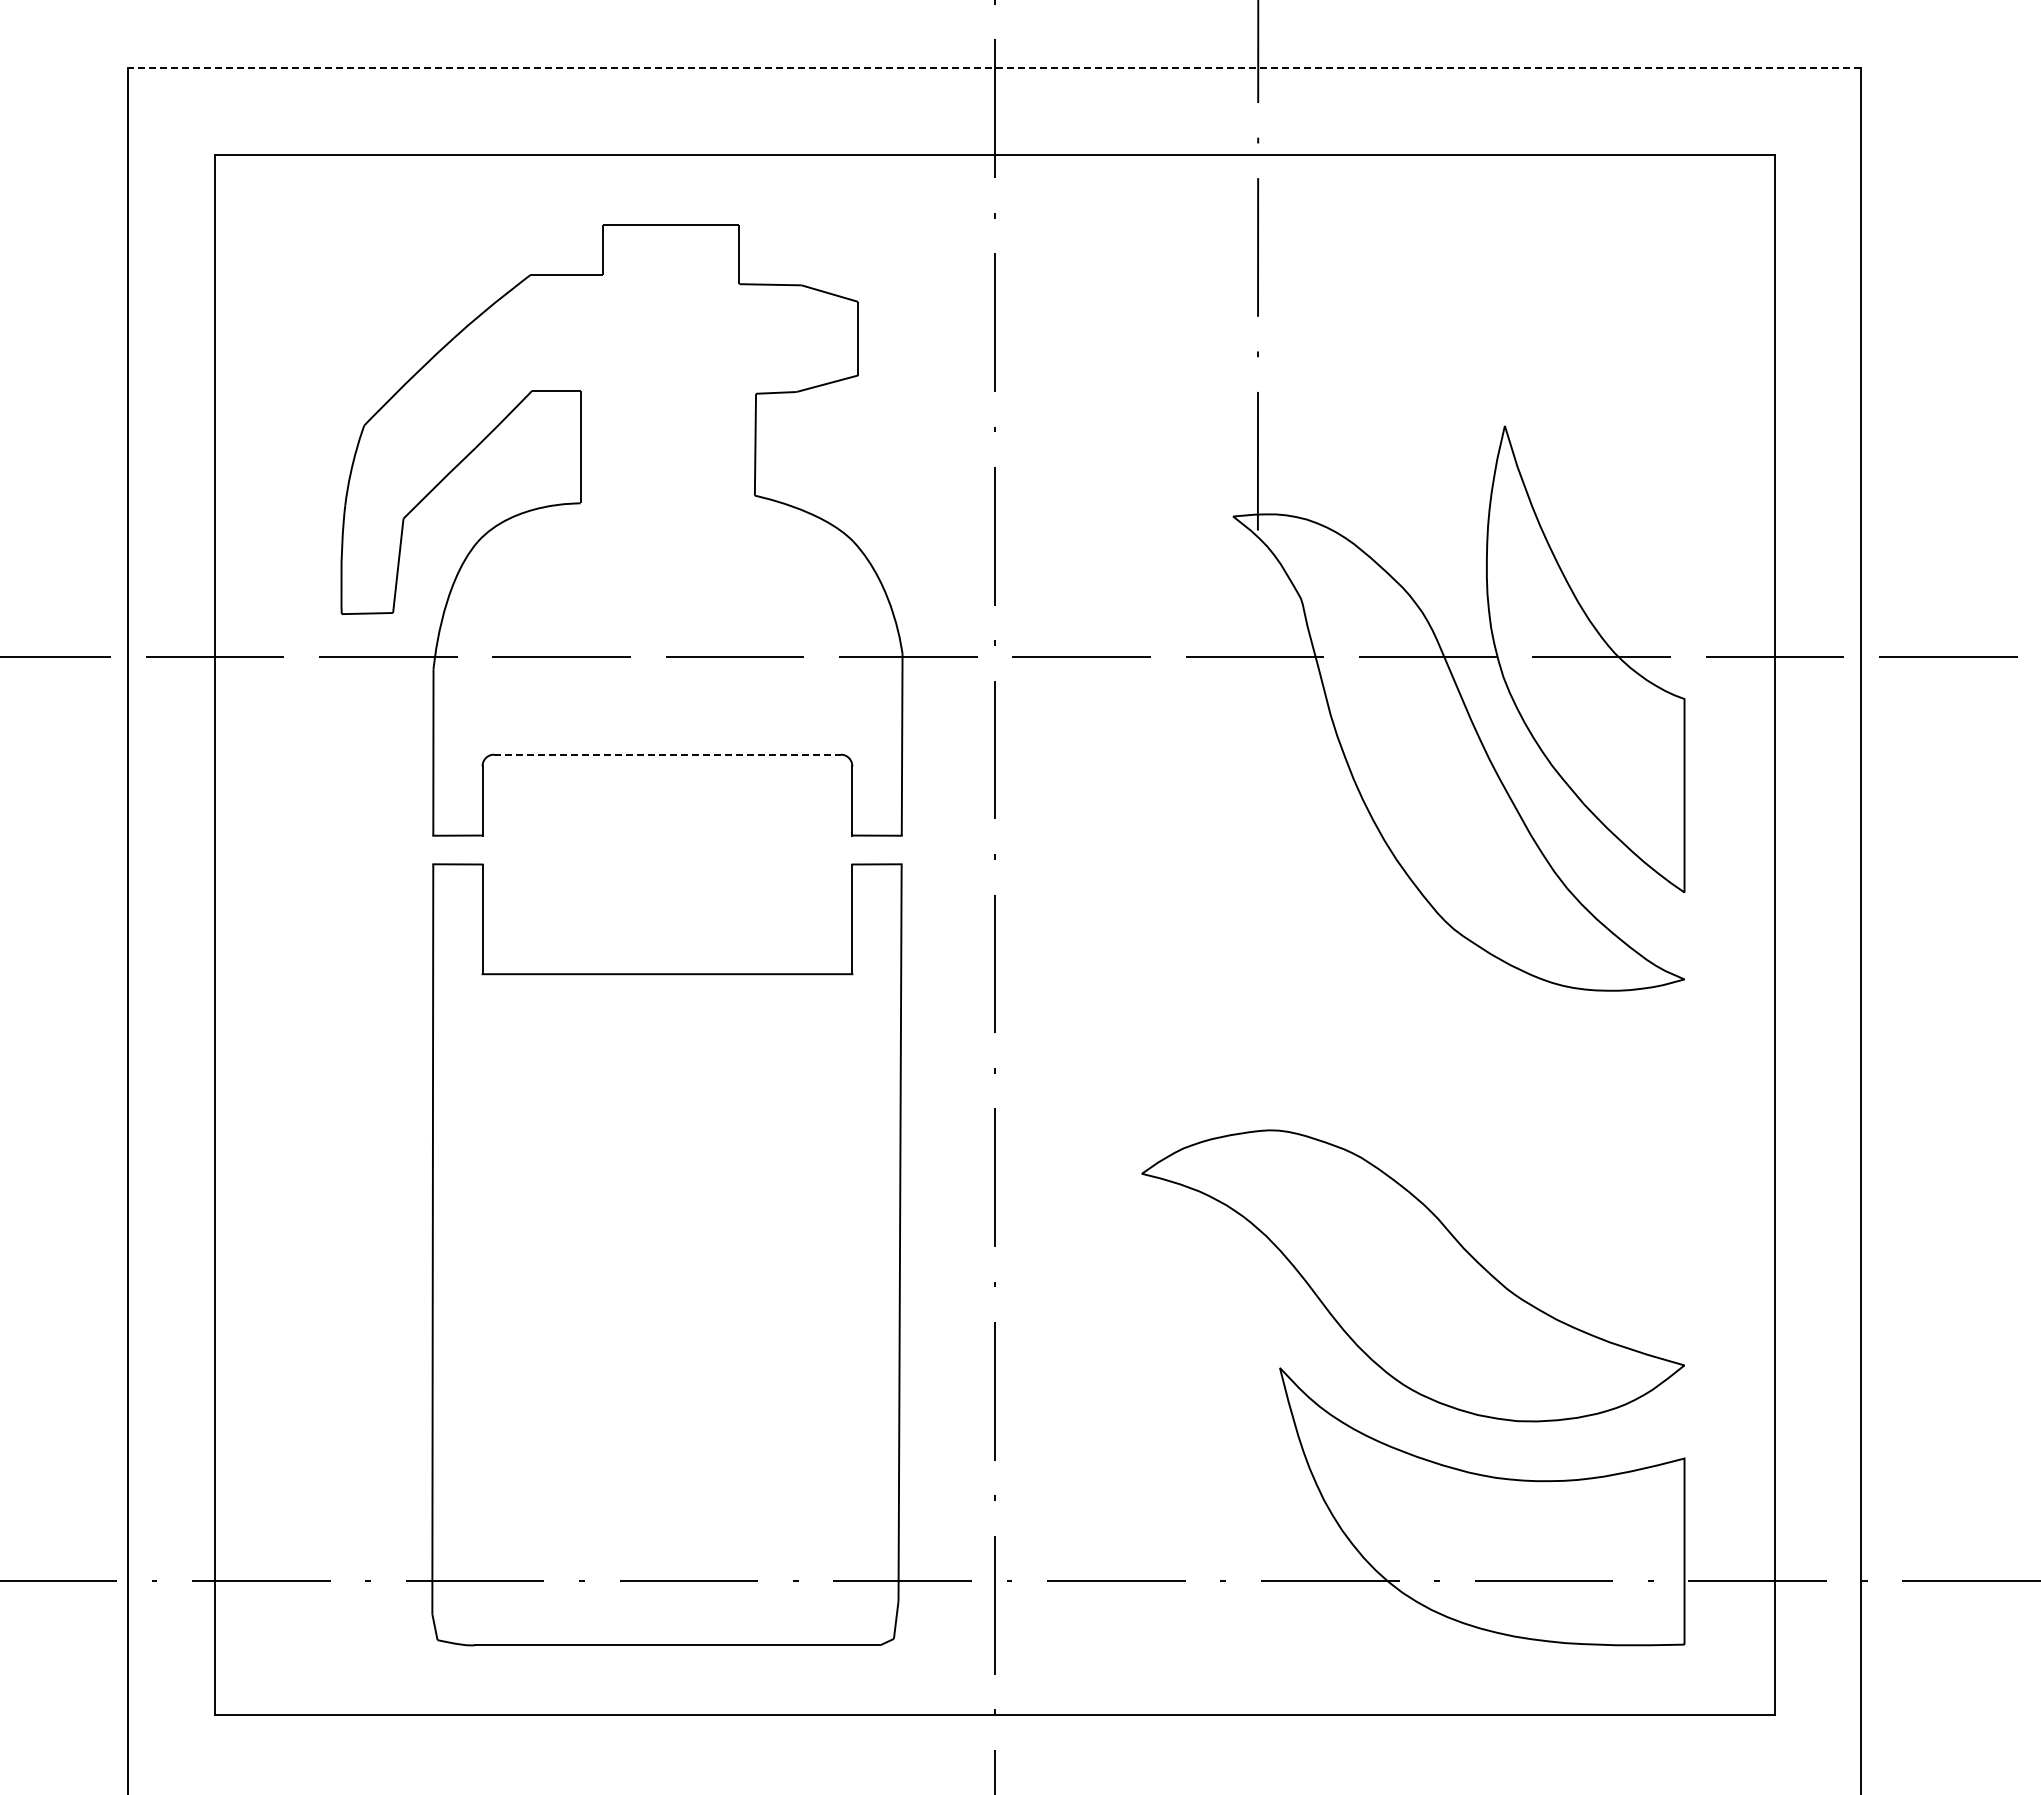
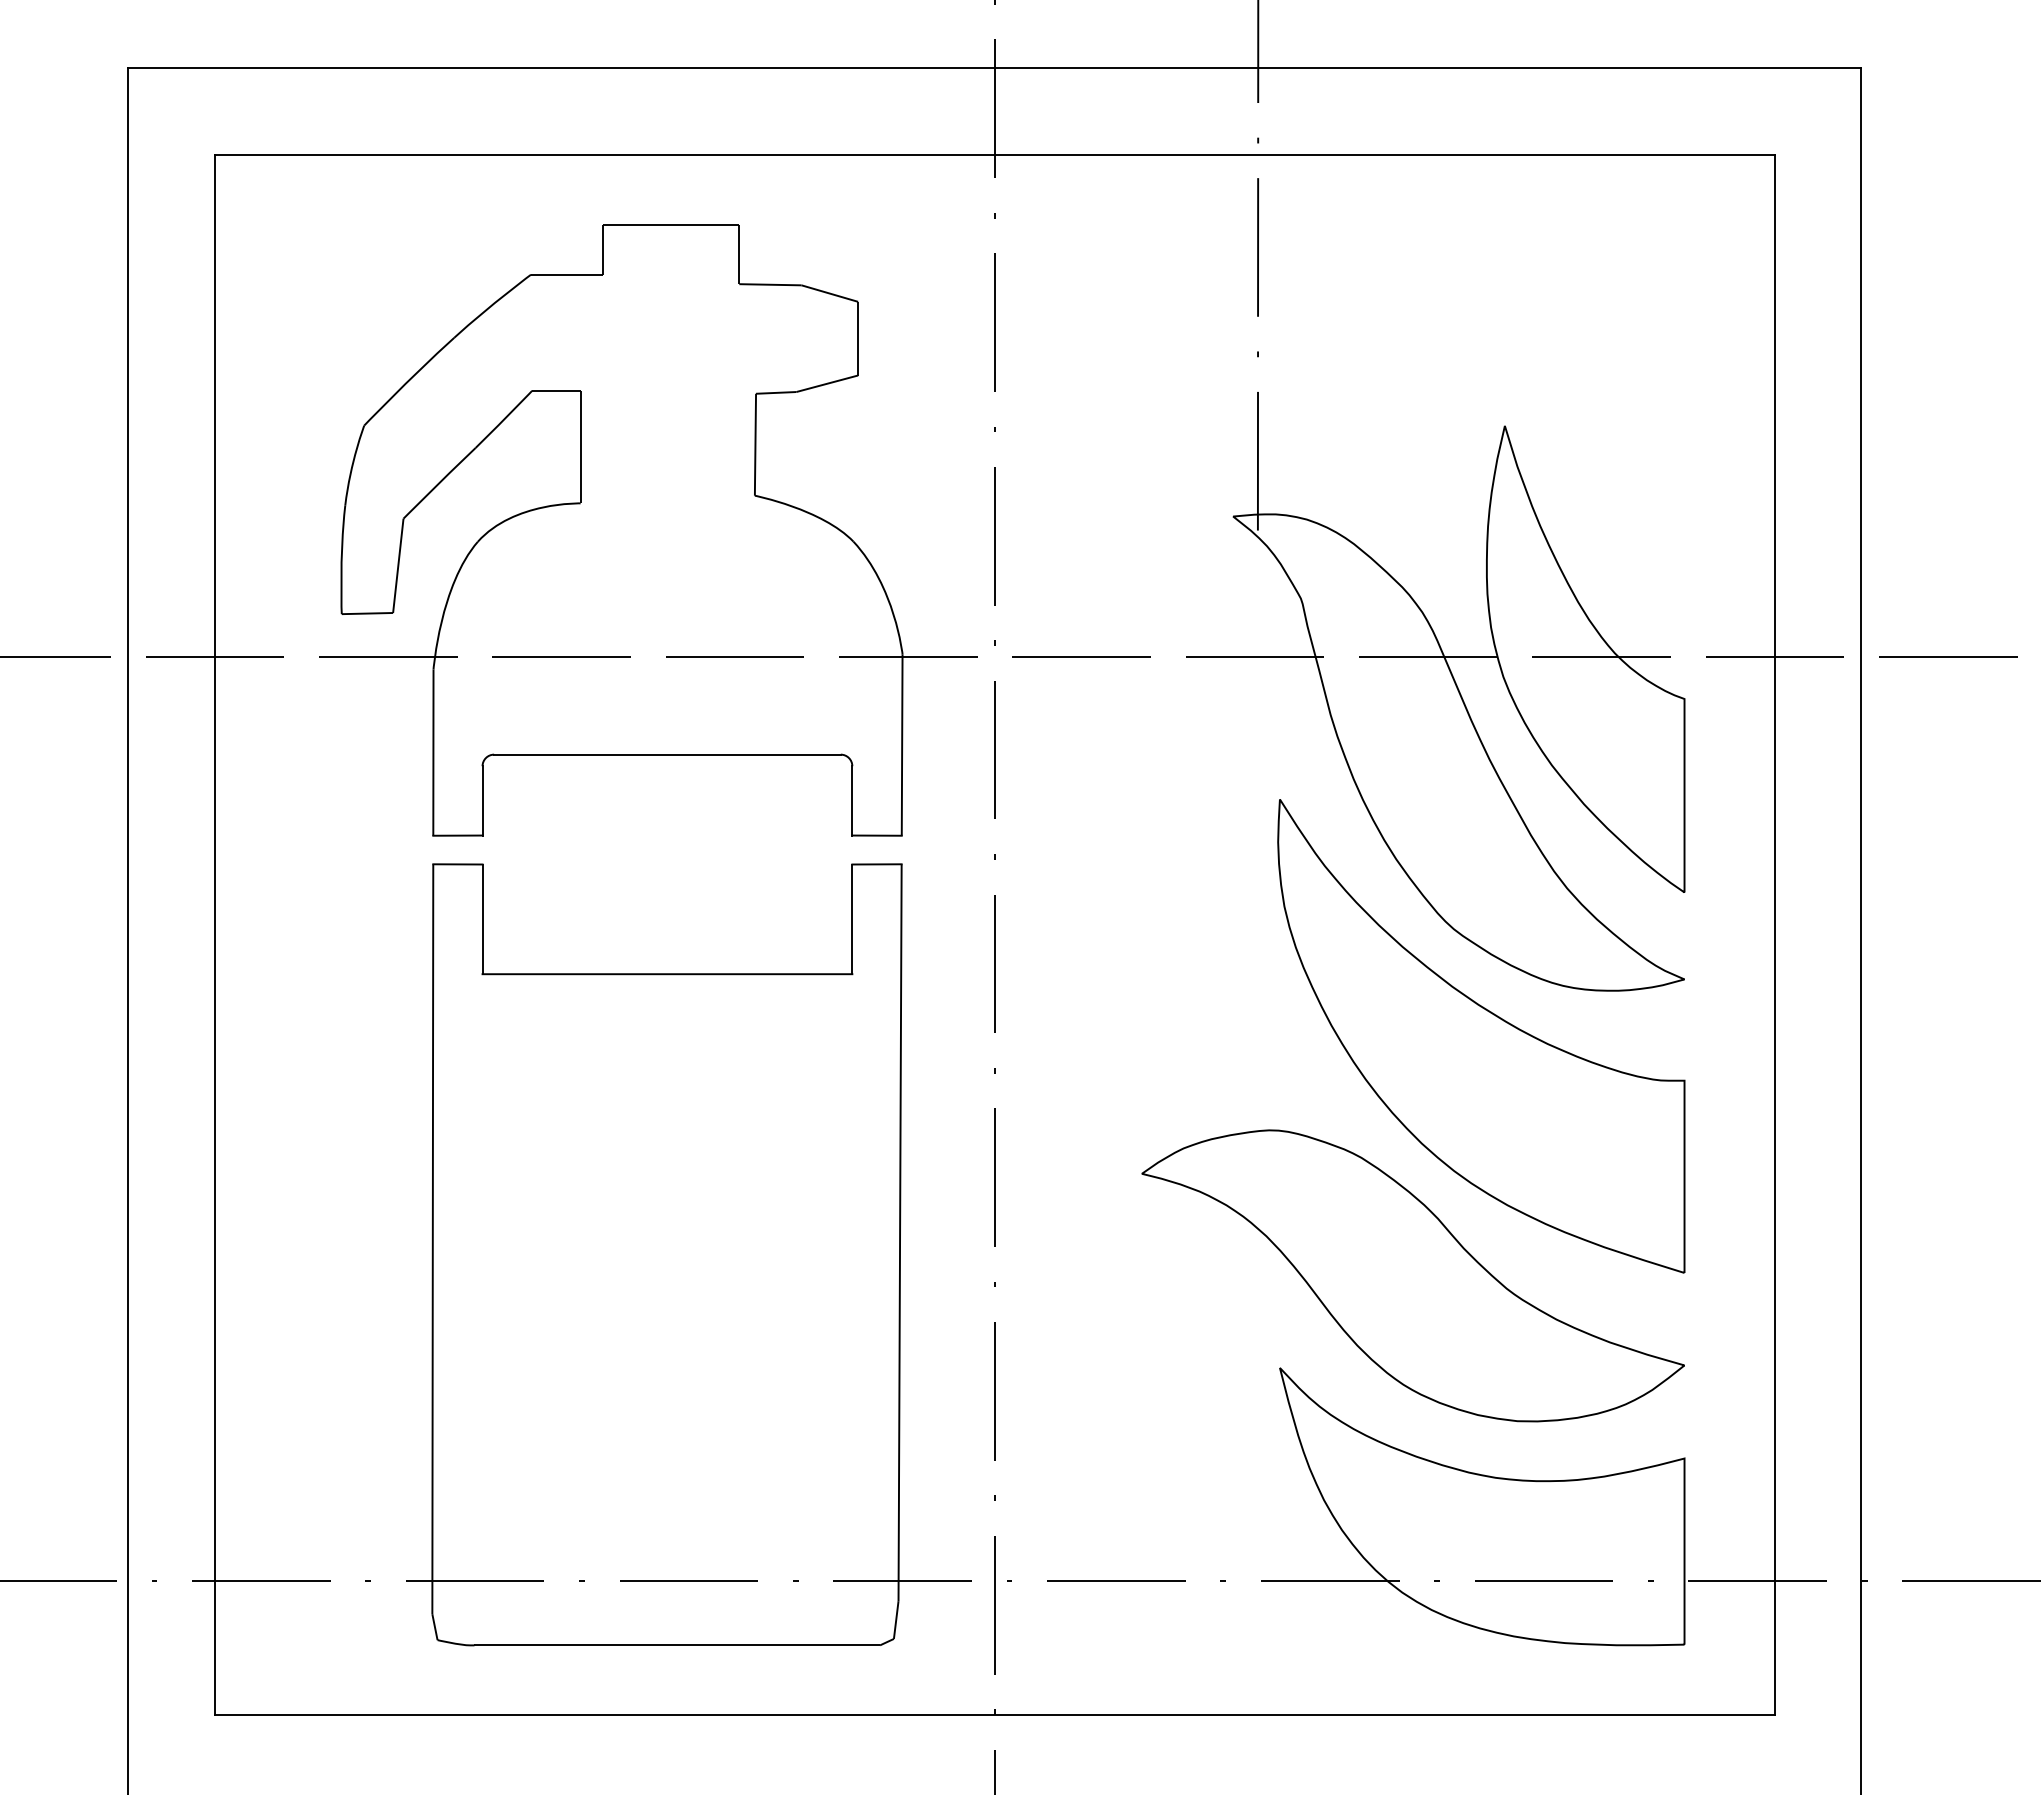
line at (994, 68): dashed -> solid
line at (667, 754): dashed -> solid
part at (1481, 1036): none -> present
